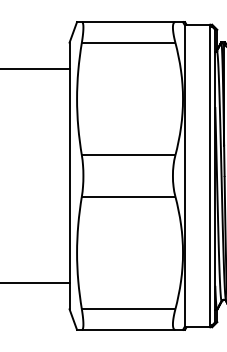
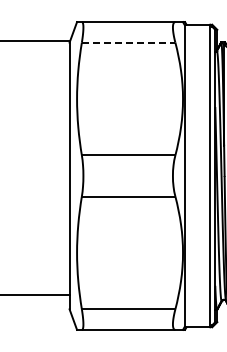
line at (128, 42): solid -> dashed
line at (35, 69) position: (35, 69) -> (35, 41)
line at (35, 282) position: (35, 282) -> (35, 294)
